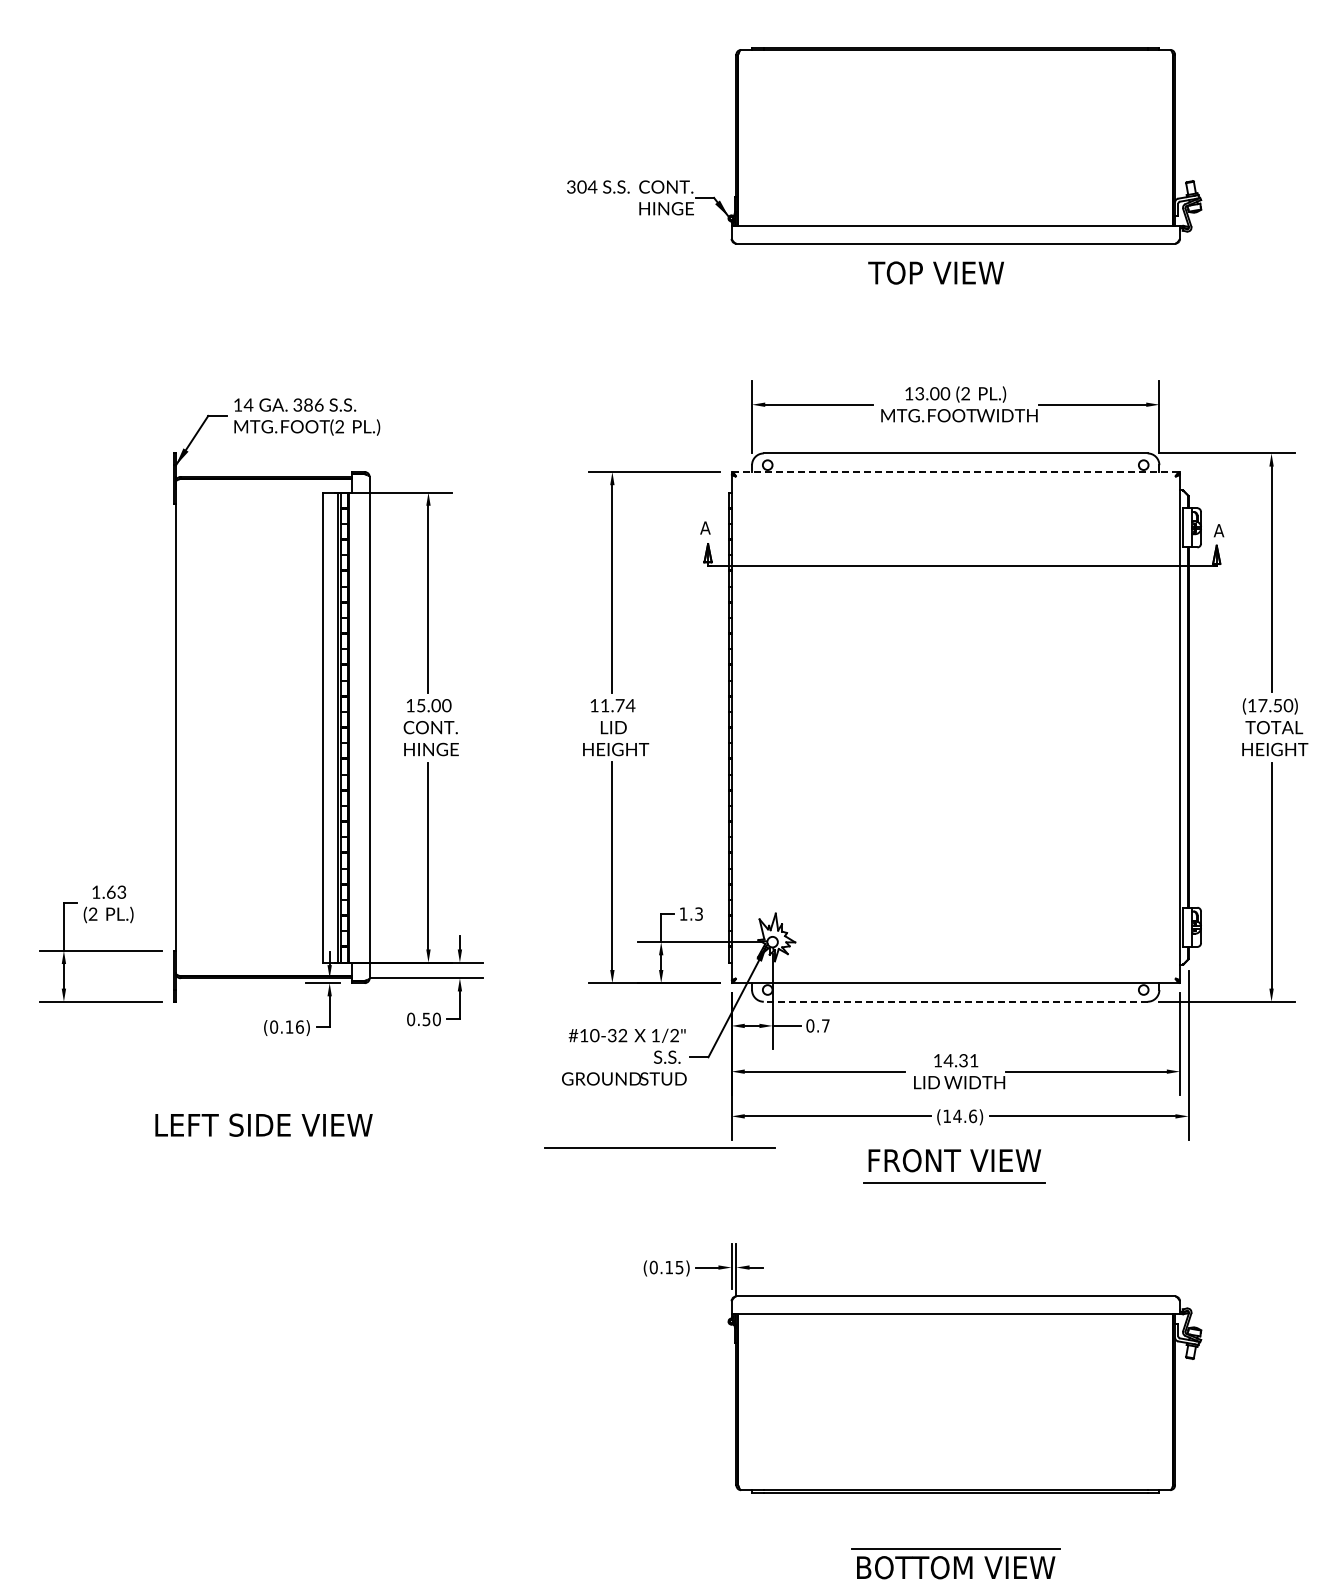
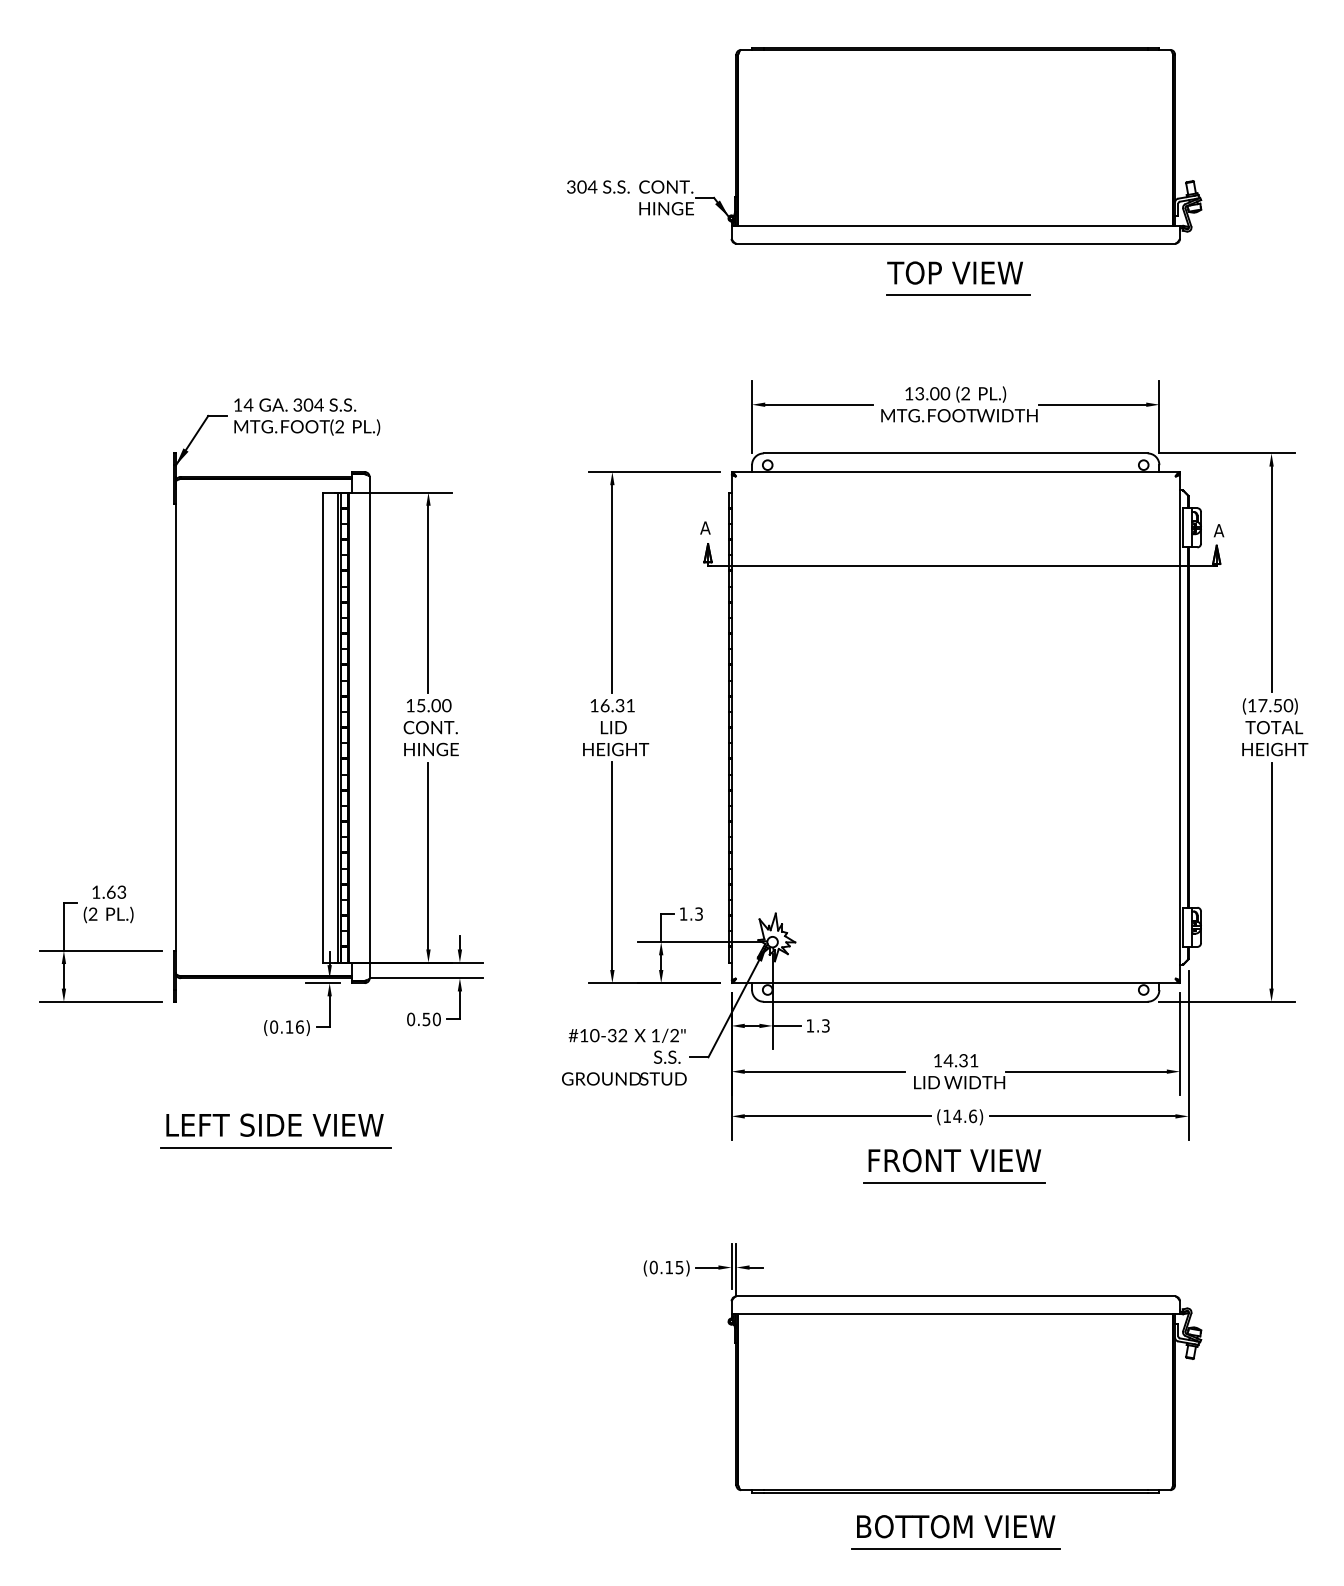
text at (935, 272) position: (935, 272) -> (954, 272)
line at (958, 295): none -> present
text at (313, 405): 386 -> 304
line at (956, 472): dashed -> solid
text at (617, 705): 11.74 -> 16.31
line at (955, 1001): dashed -> solid
text at (817, 1025): 0.7 -> 1.3
text at (263, 1124) position: (263, 1124) -> (274, 1124)
line at (659, 1147) position: (659, 1147) -> (275, 1147)
text at (956, 1567) position: (956, 1567) -> (956, 1526)
